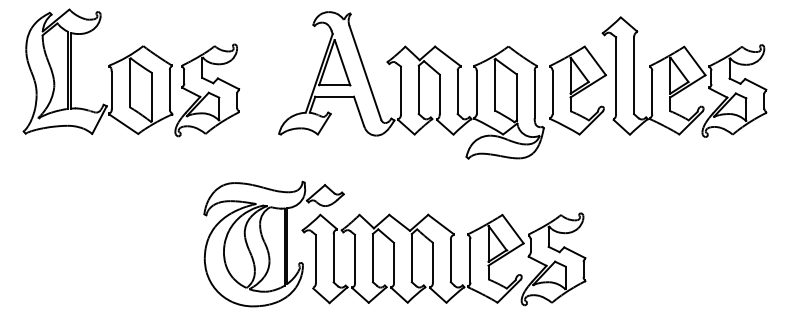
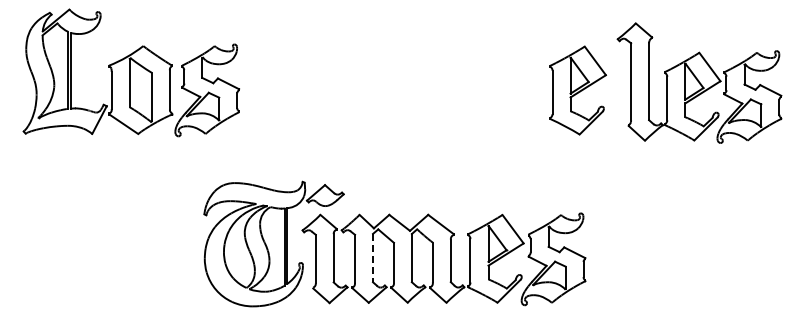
part at (684, 76) position: (684, 76) -> (699, 82)
part at (411, 85): present -> none
line at (373, 258): solid -> dashed
